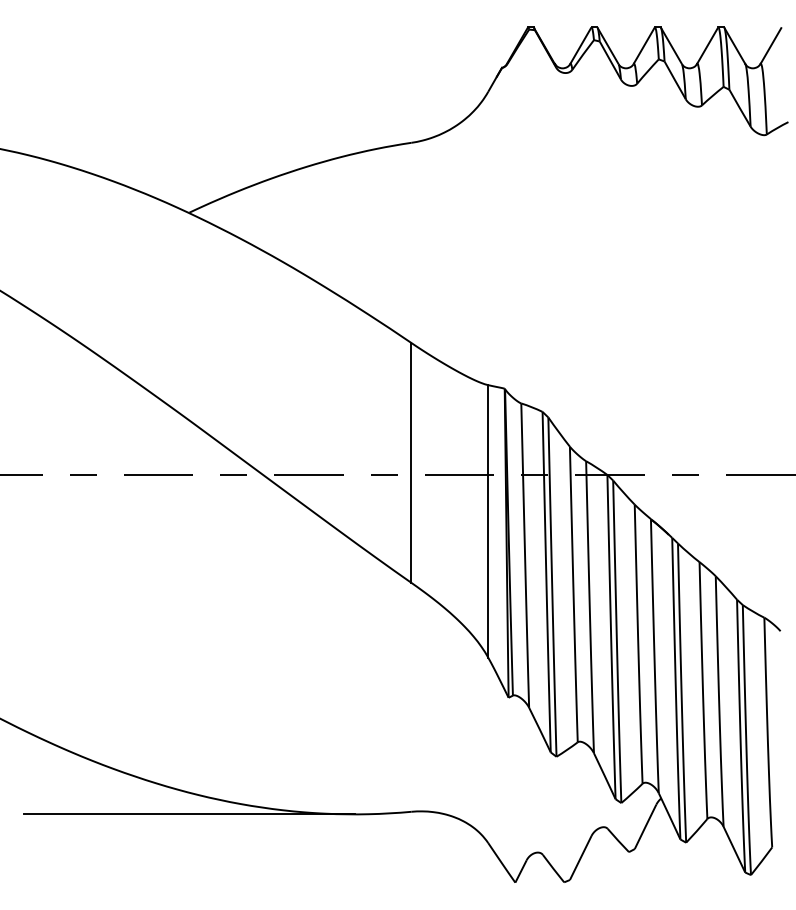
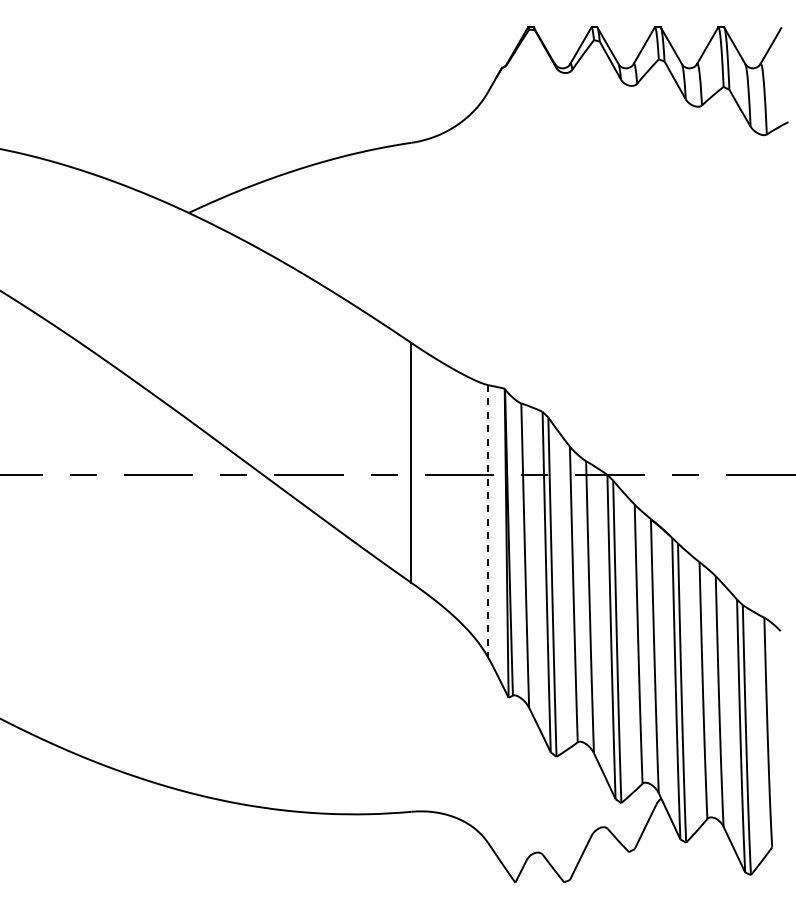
line at (488, 521): solid -> dashed
line at (188, 814): present -> none
